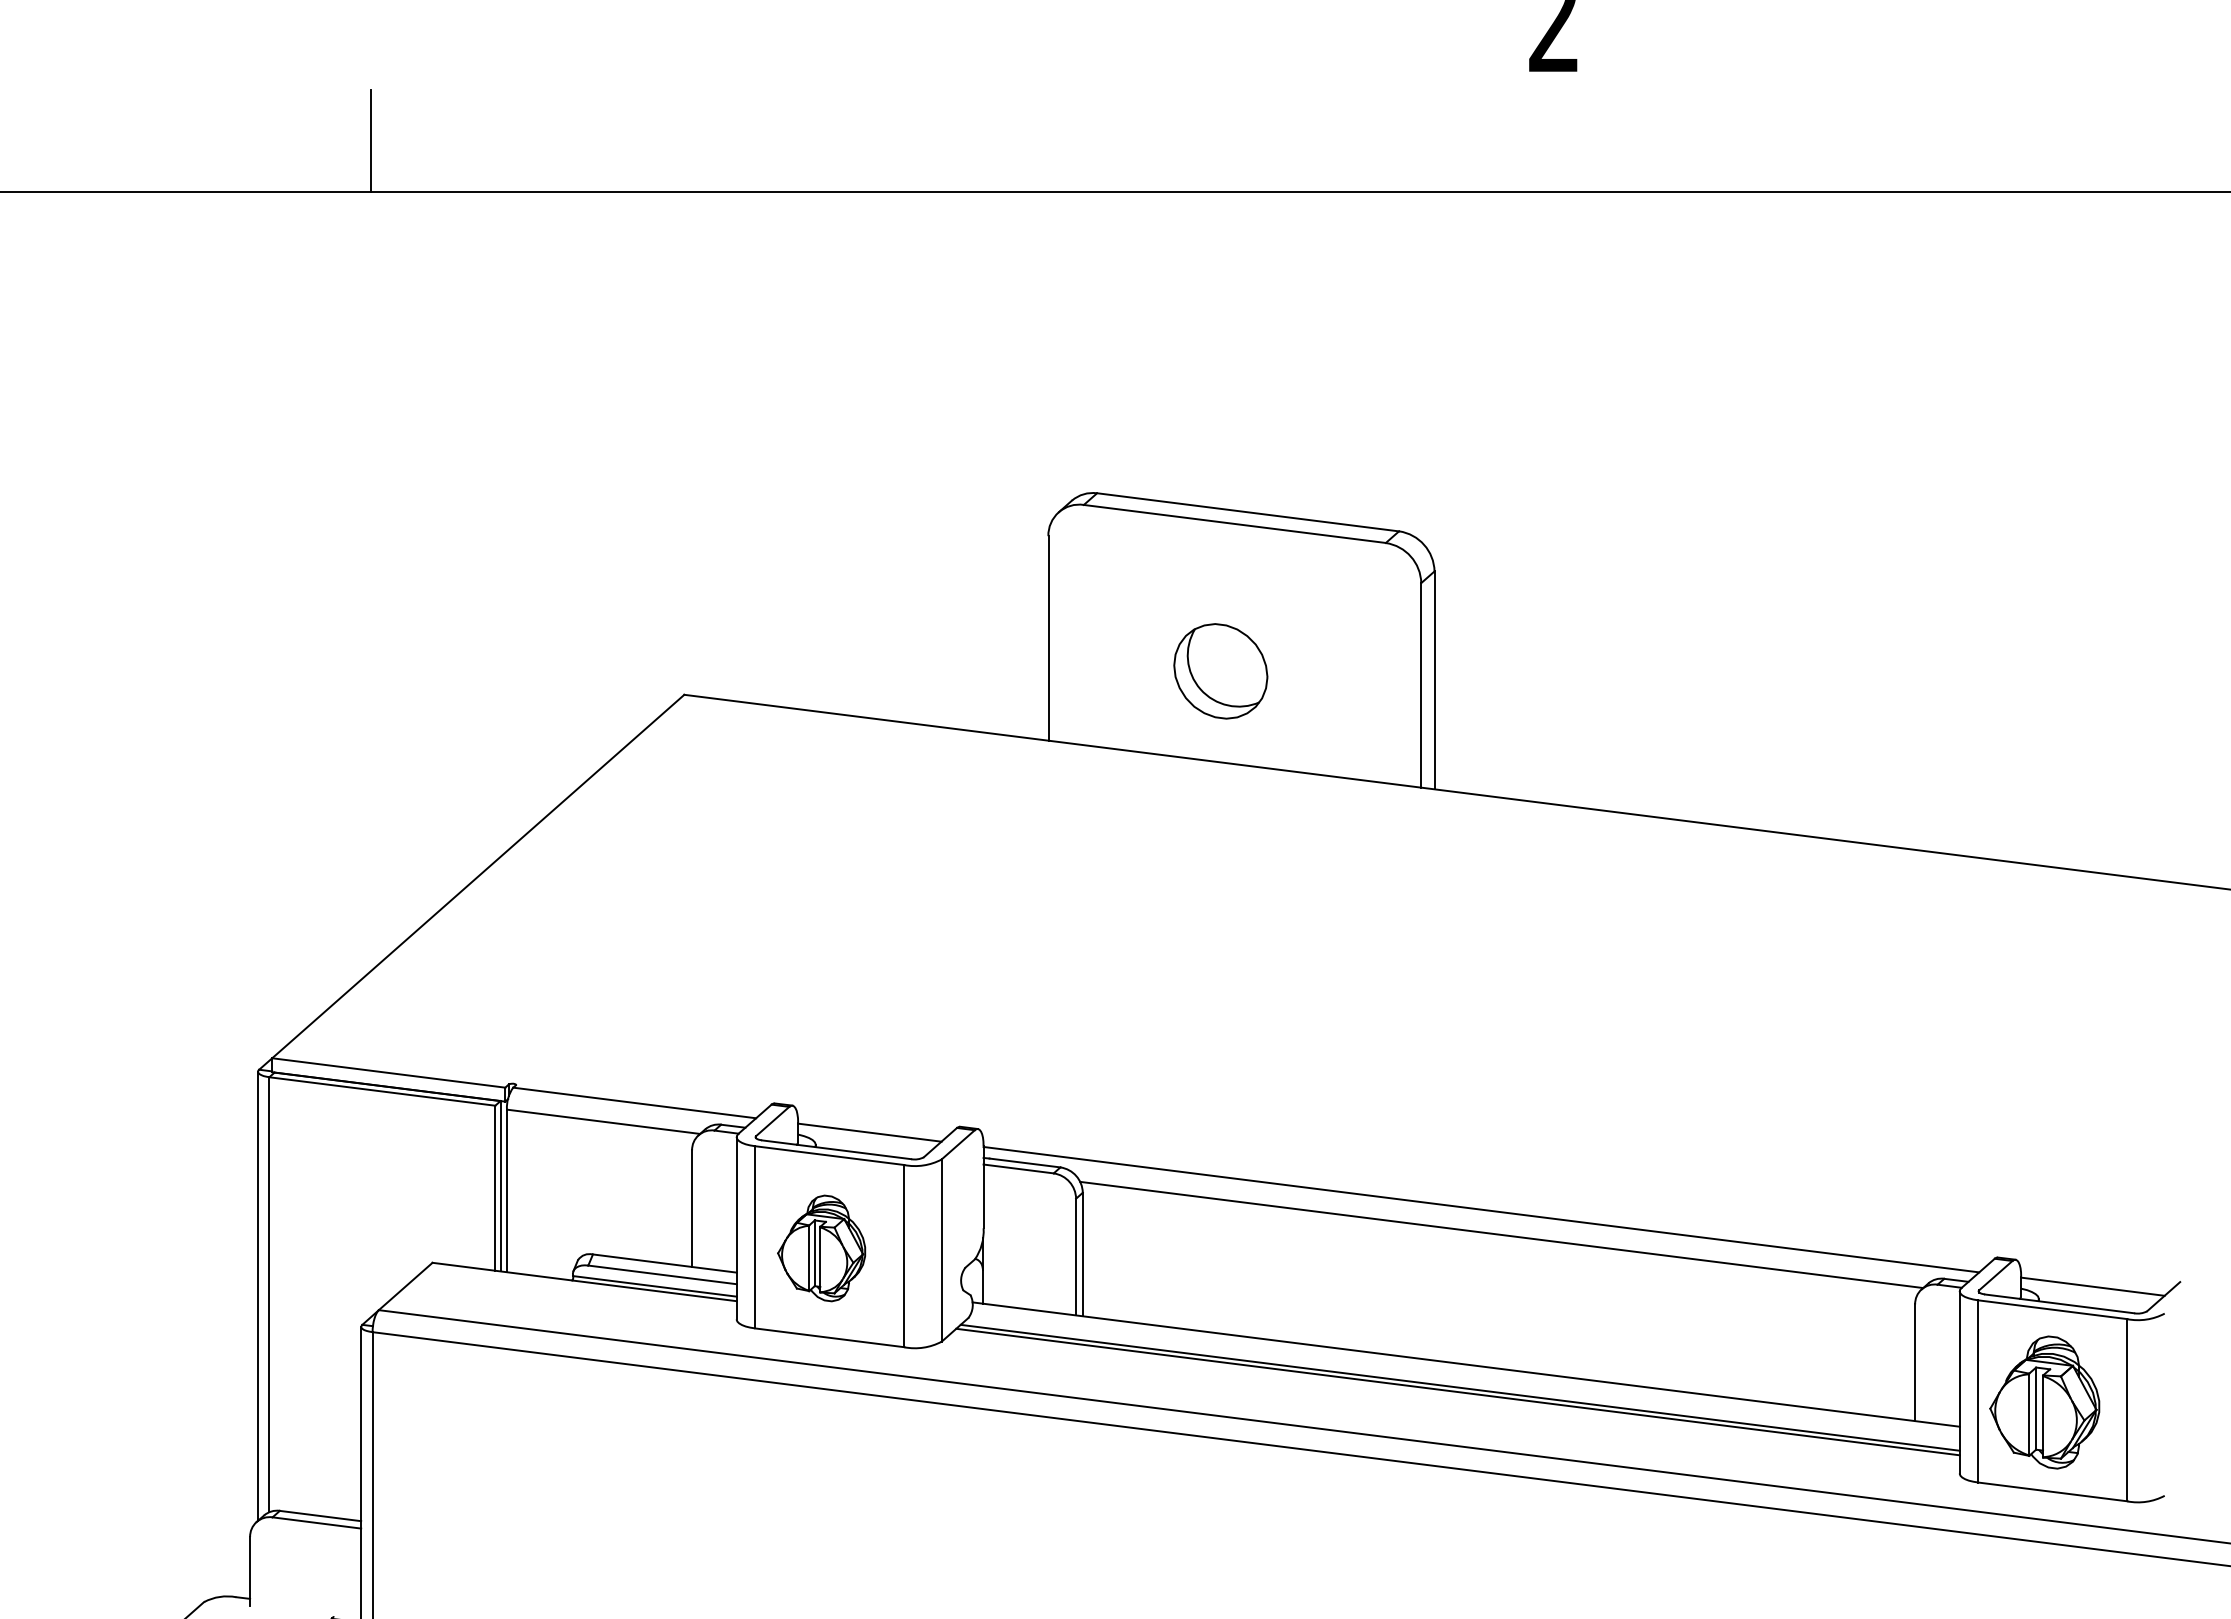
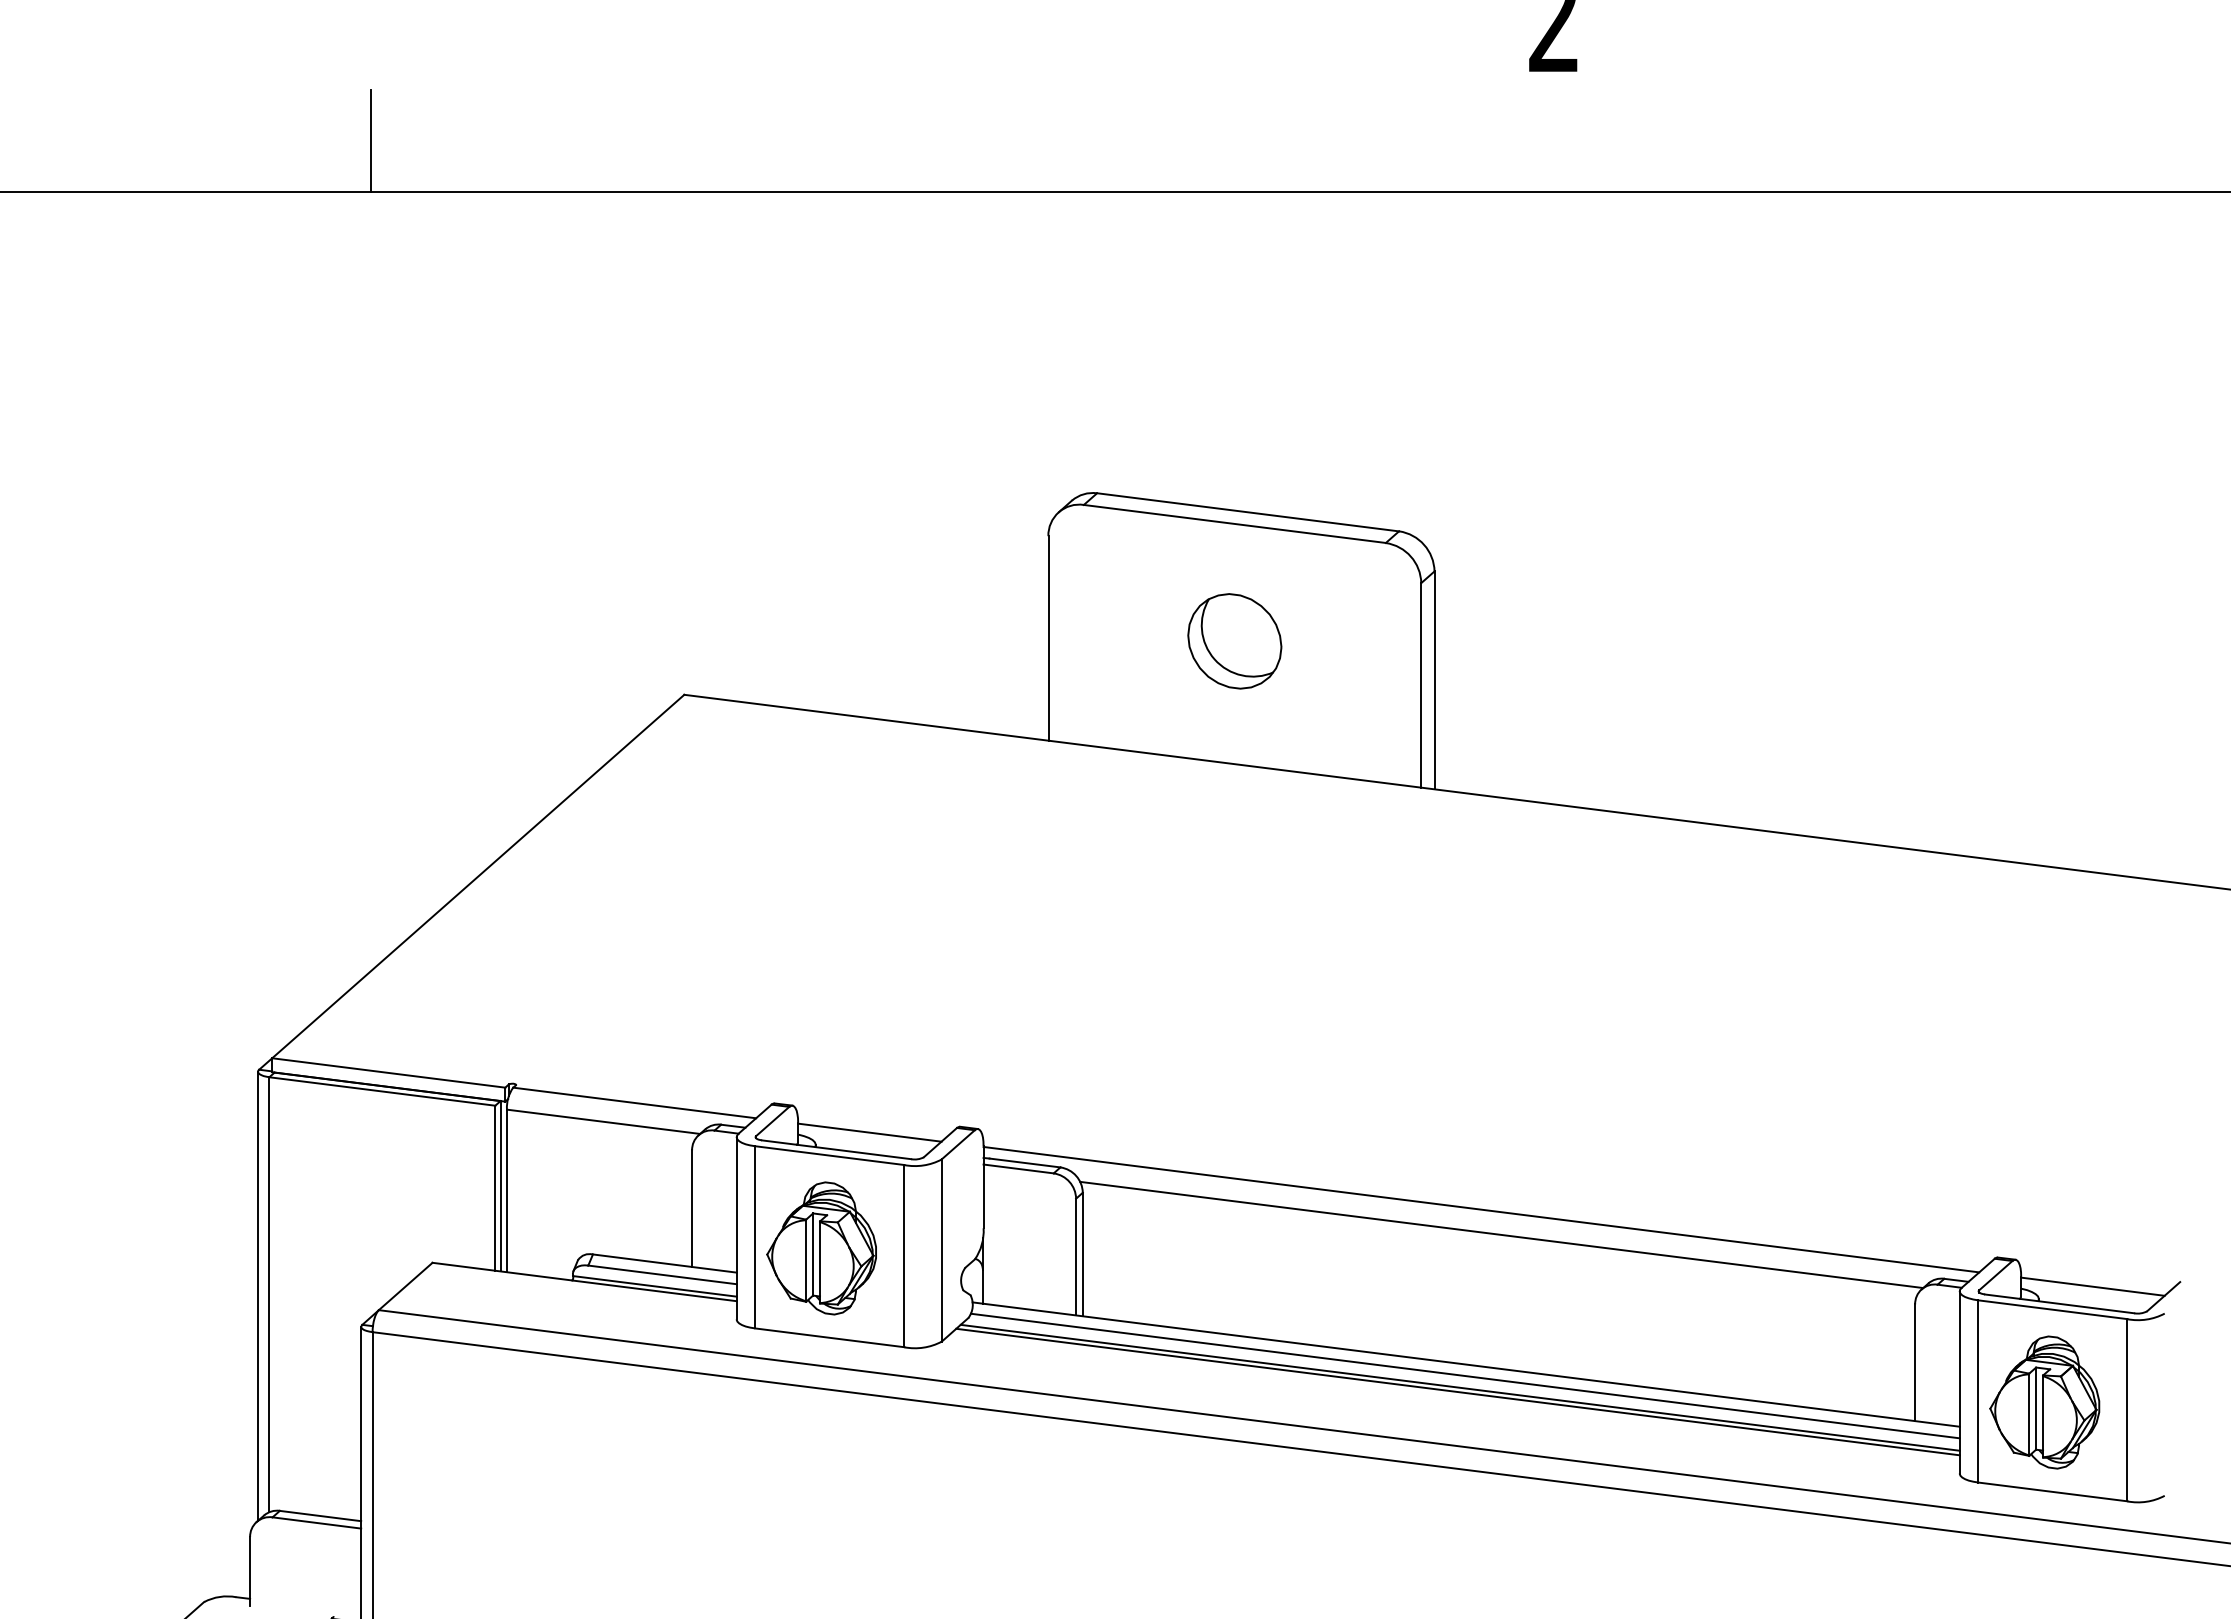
part at (1220, 671) position: (1220, 671) -> (1234, 641)
part at (821, 1248) size: 90x109 px -> 111x135 px
line at (1464, 1375): none -> present
